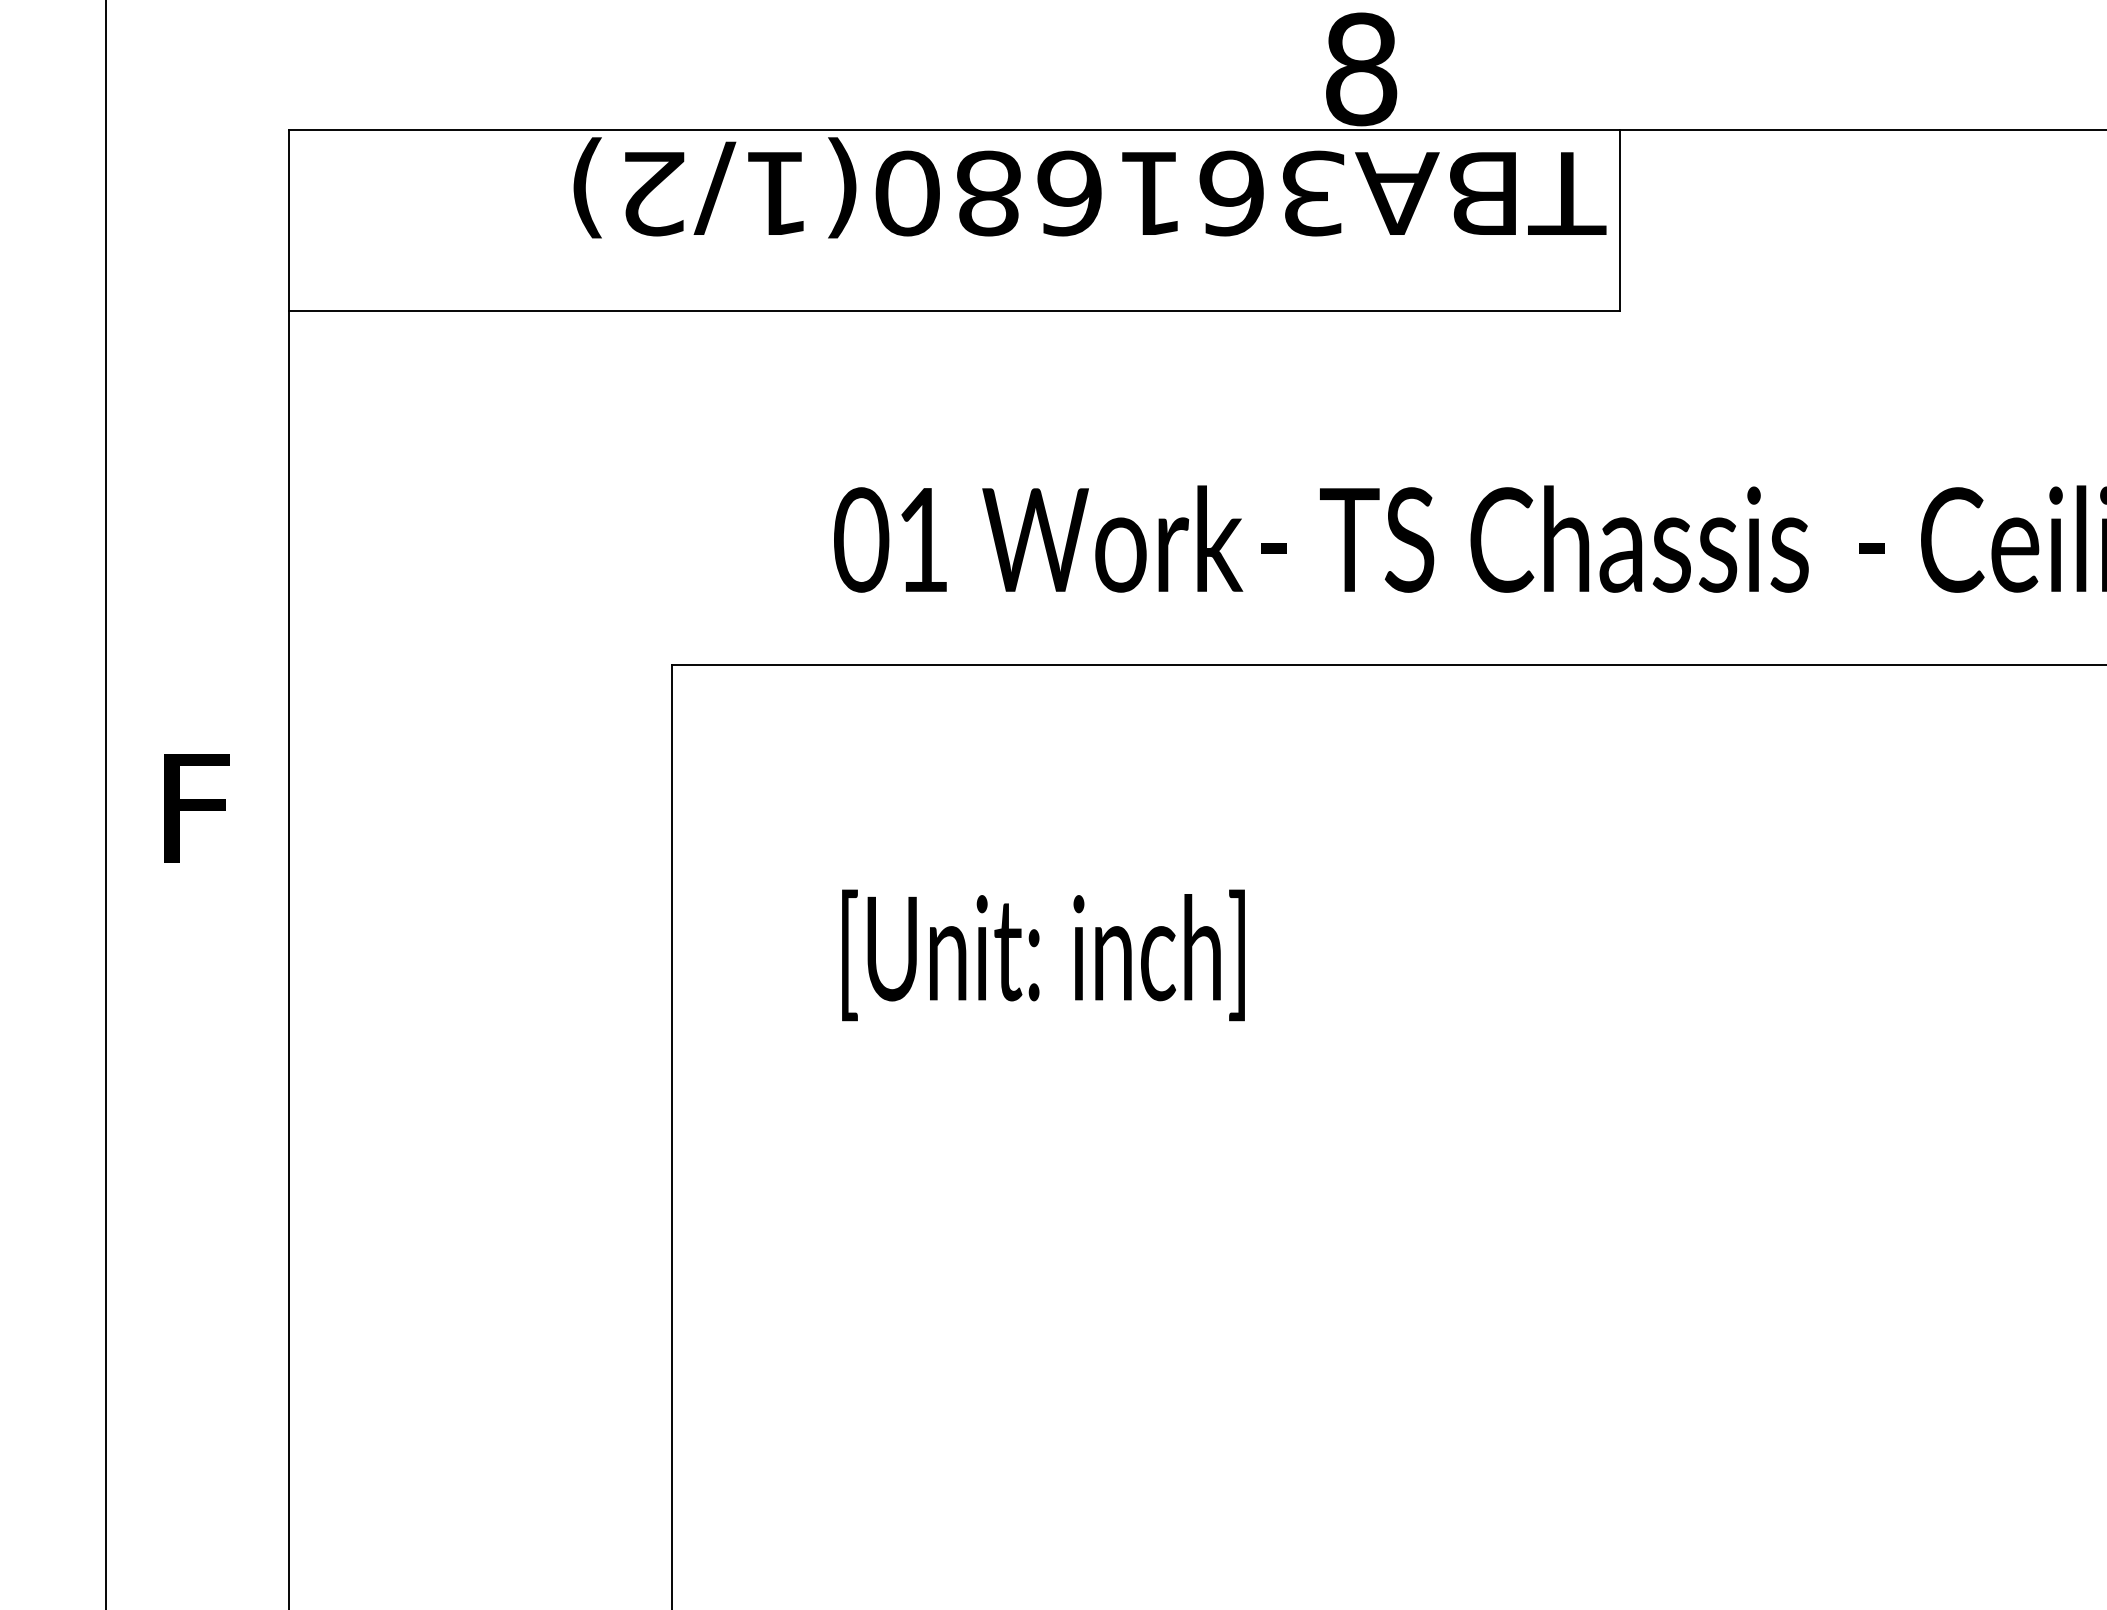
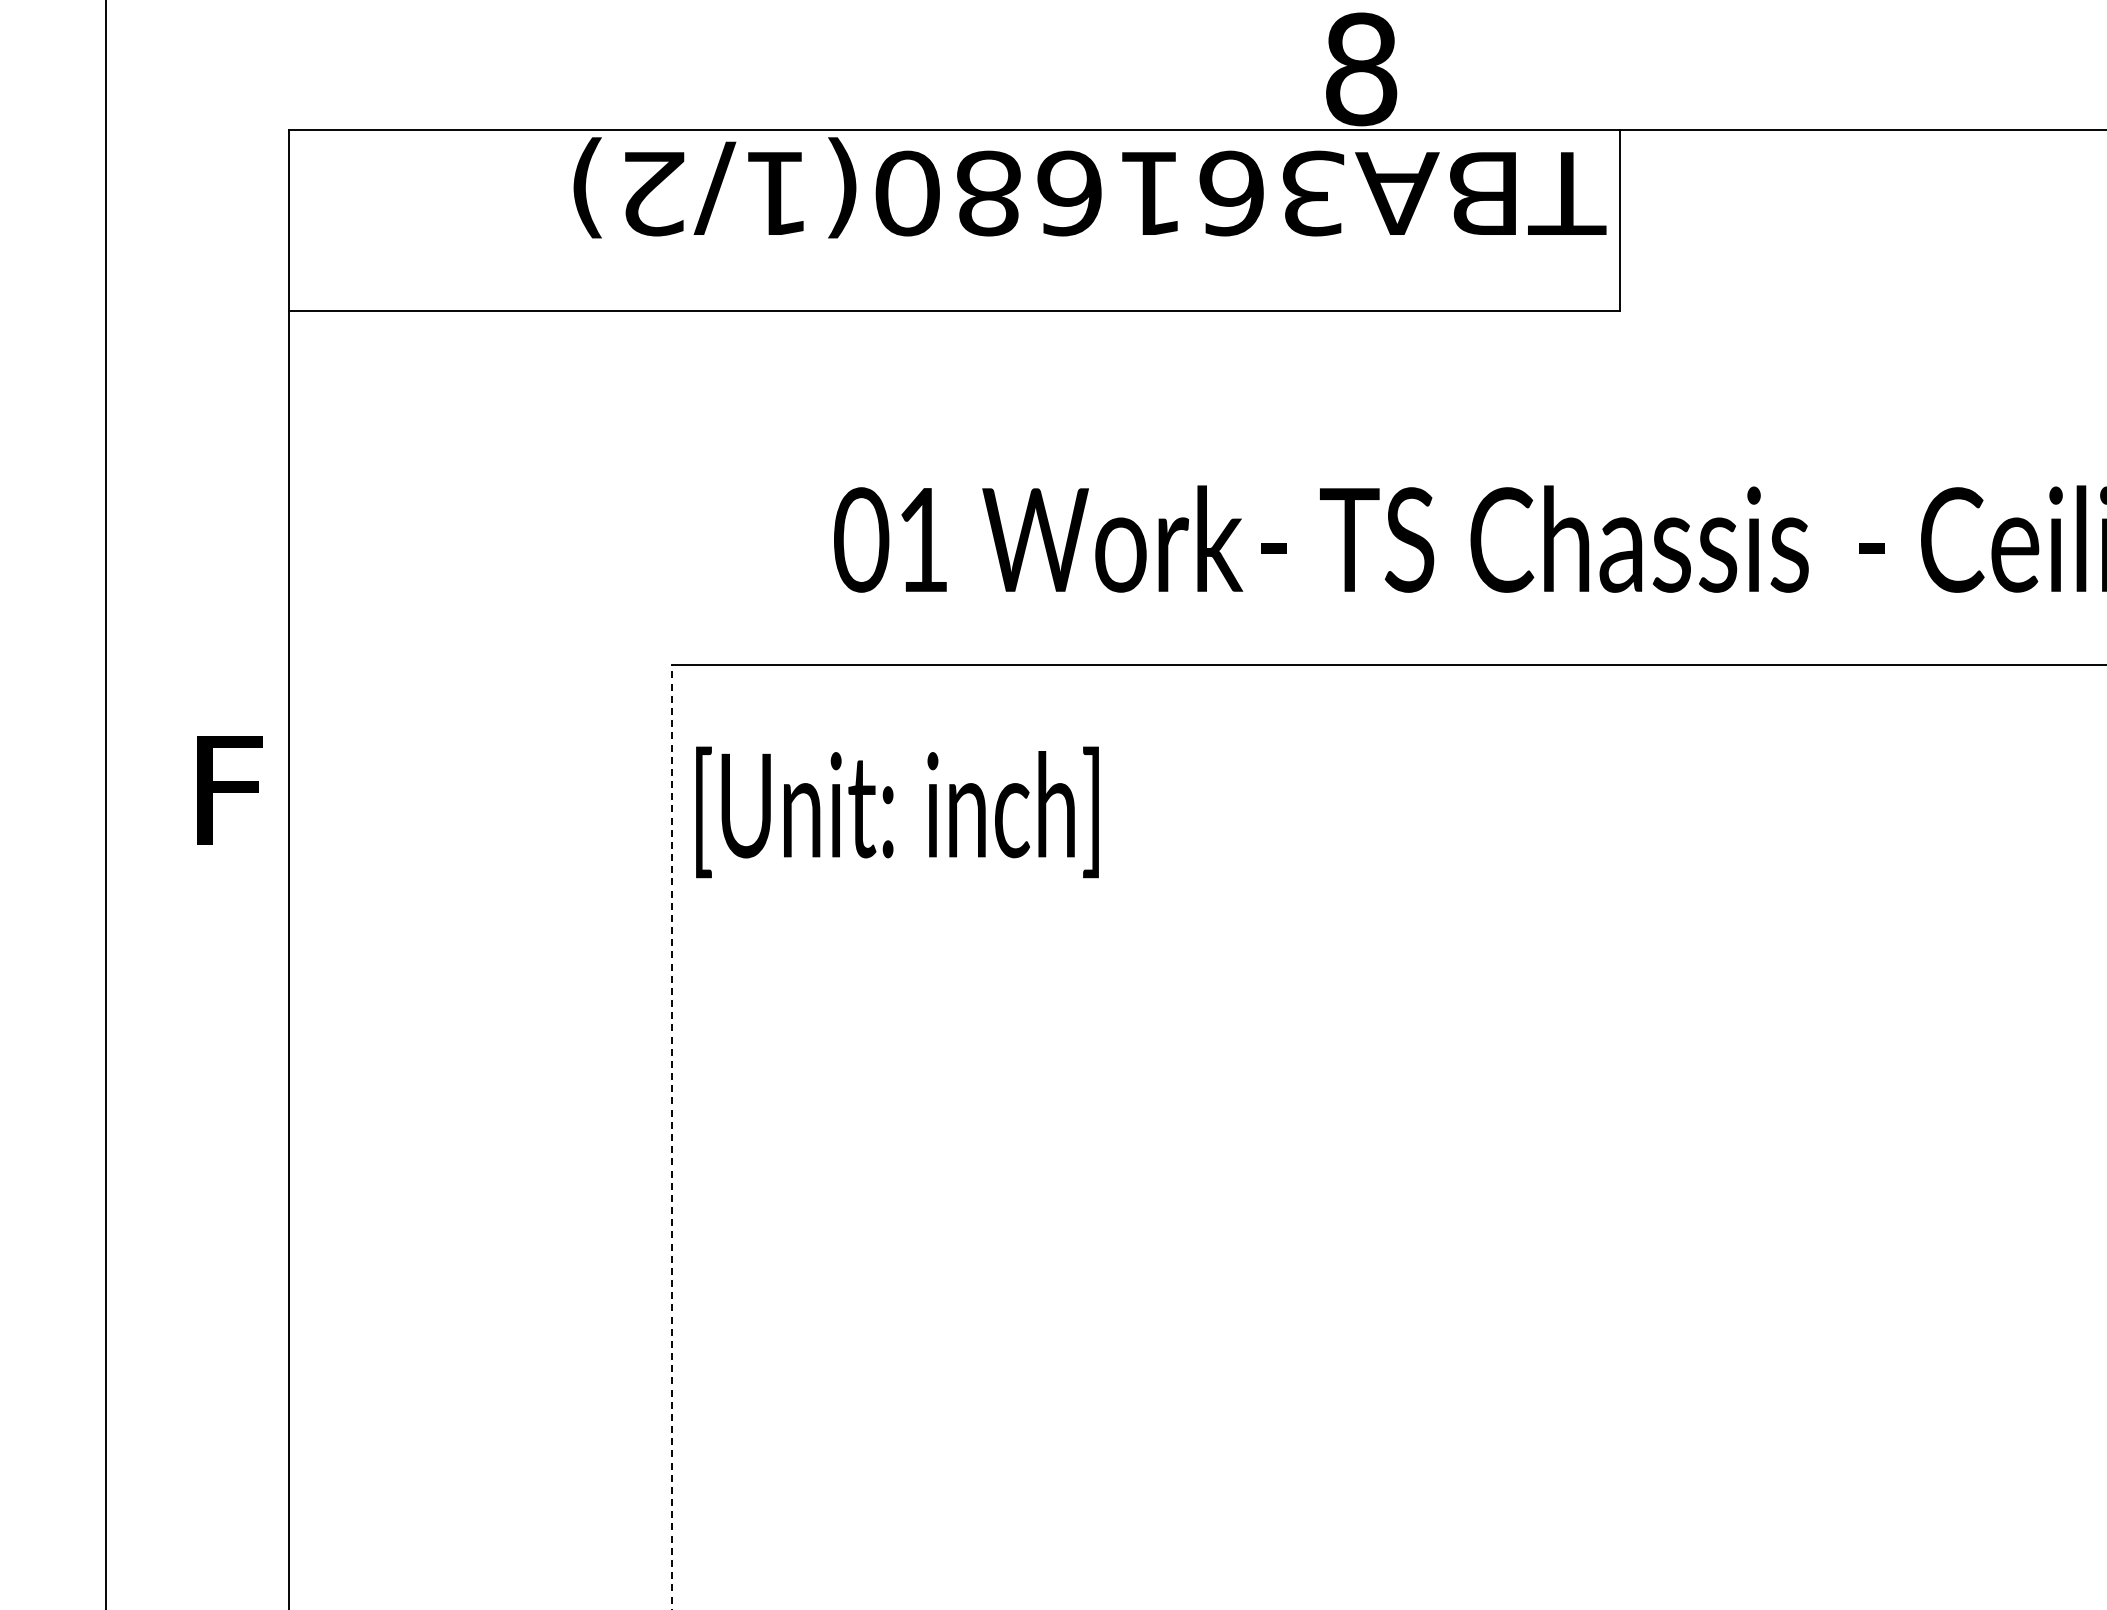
text at (196, 808) position: (196, 808) -> (229, 790)
text at (1043, 955) position: (1043, 955) -> (897, 812)
line at (671, 1137): solid -> dashed
